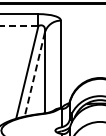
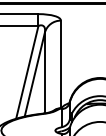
line at (19, 25): dashed -> solid
line at (34, 75): dashed -> solid
